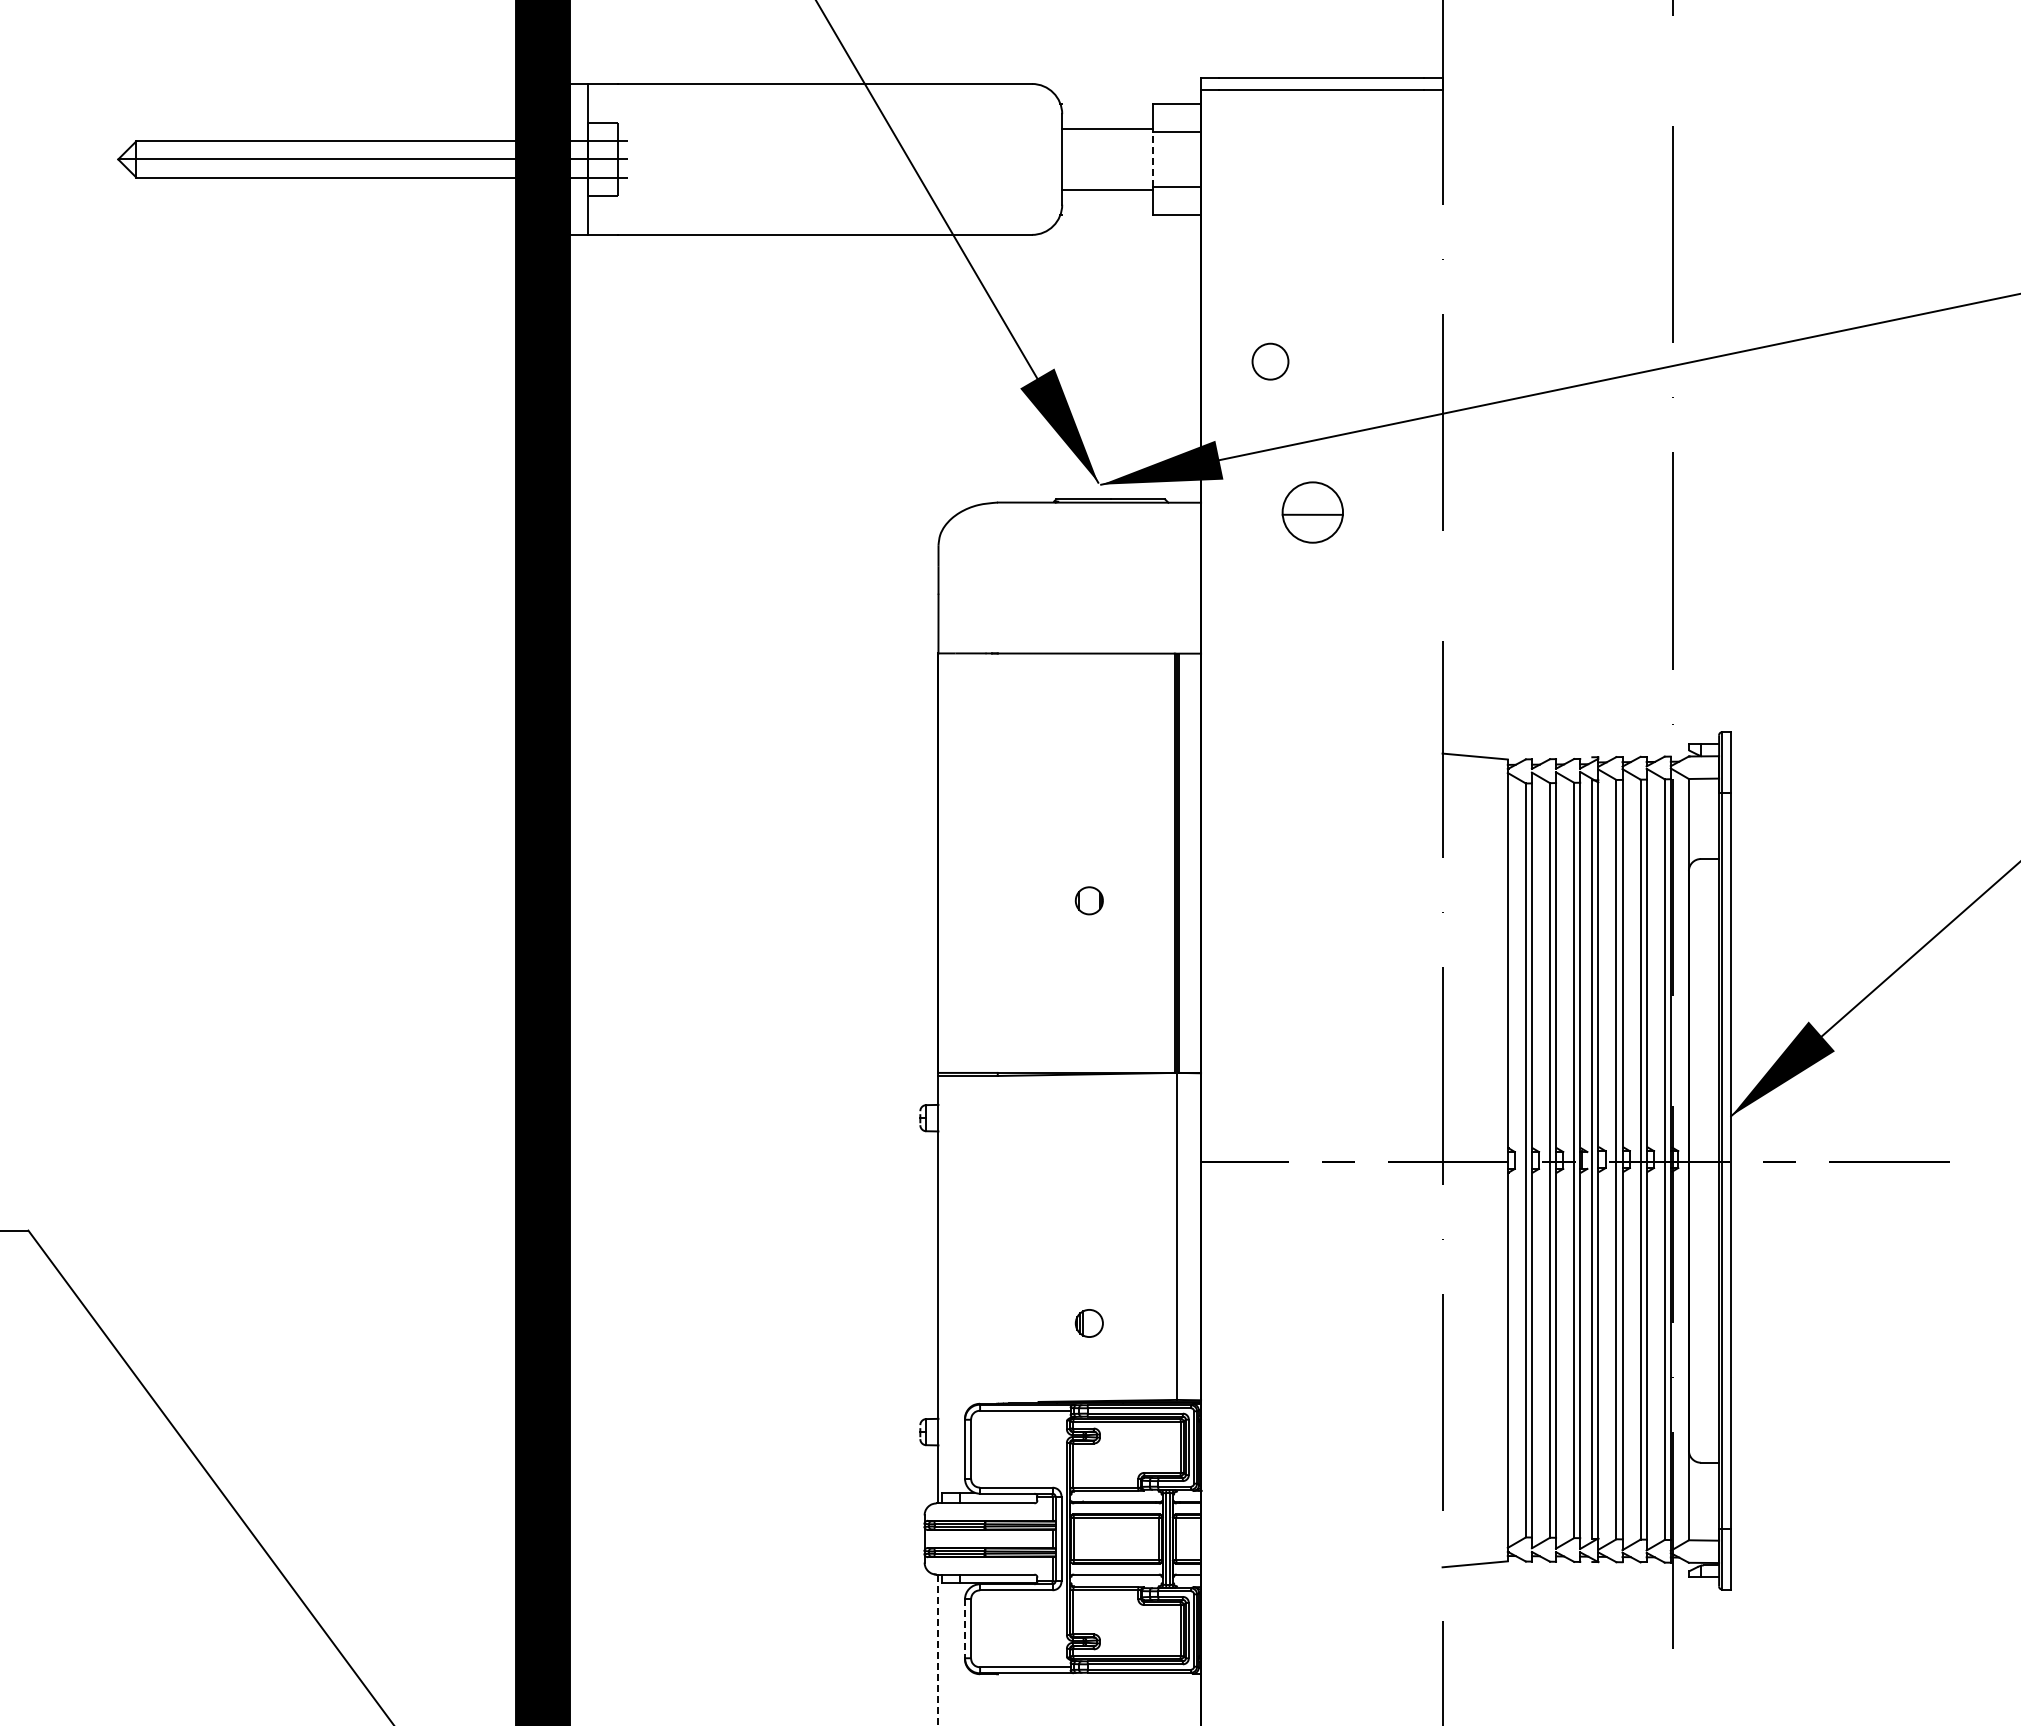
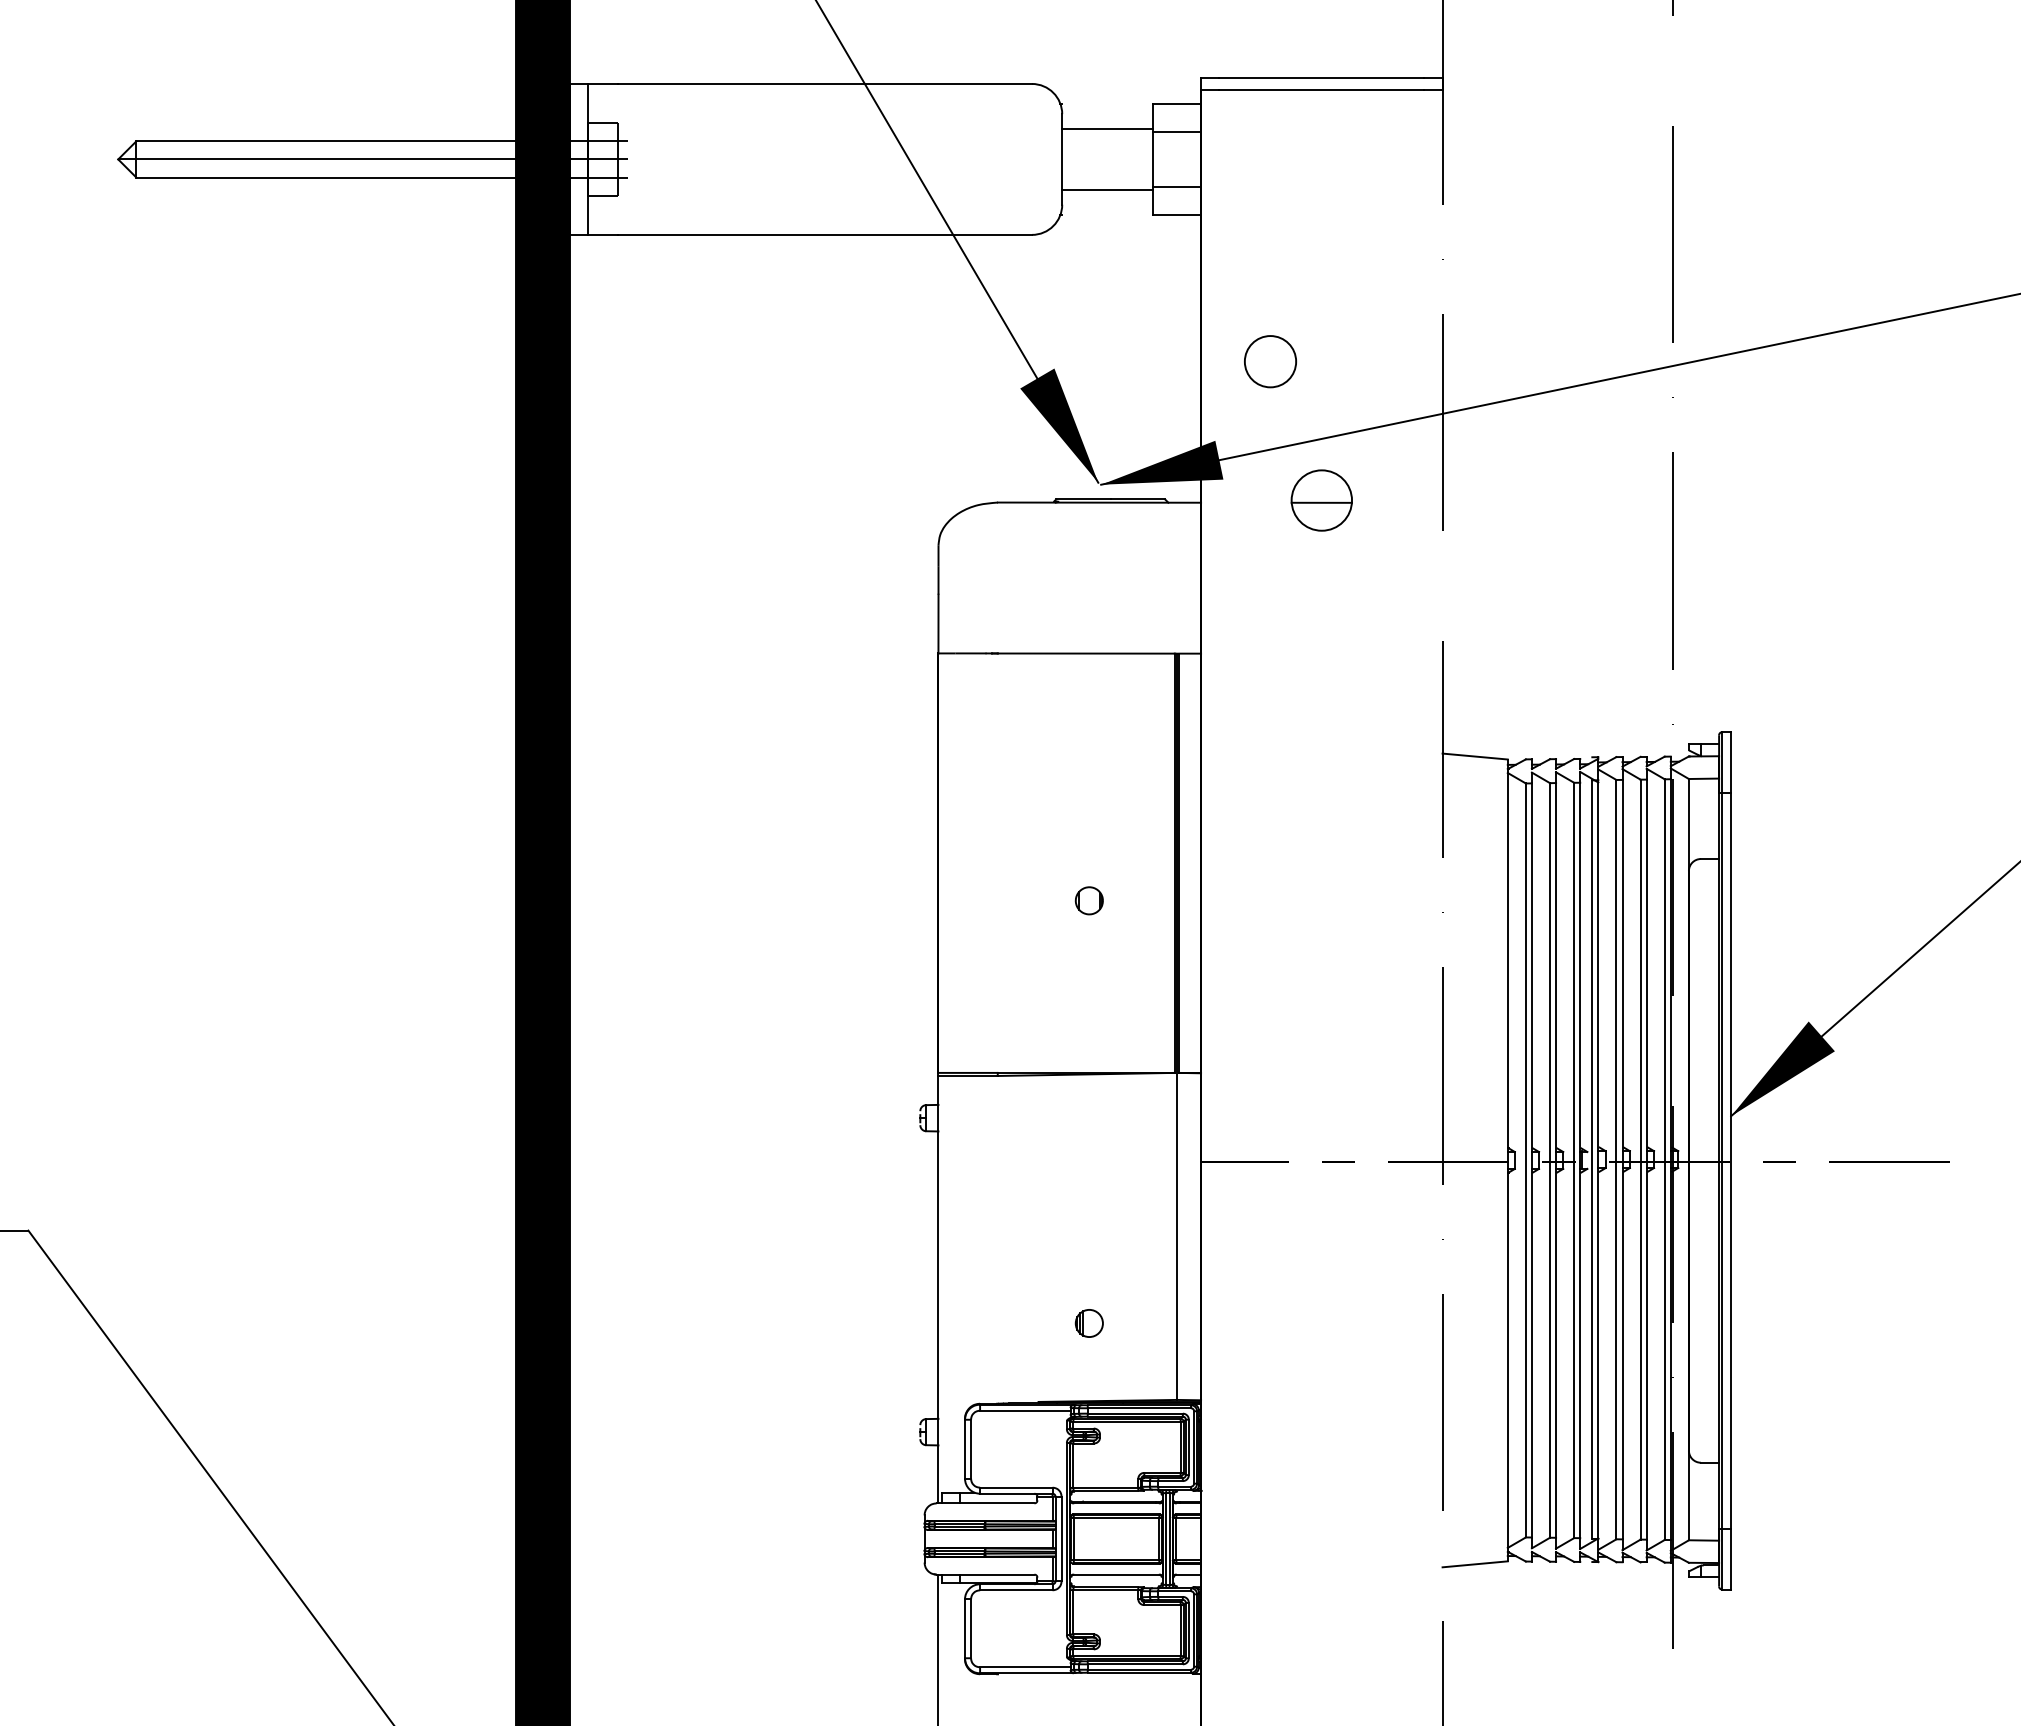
line at (1152, 159): dashed -> solid
circle at (1270, 361) diameter: 36 px -> 51 px
part at (1312, 512) position: (1312, 512) -> (1321, 500)
line at (965, 1629): dashed -> solid
line at (938, 1650): dashed -> solid
